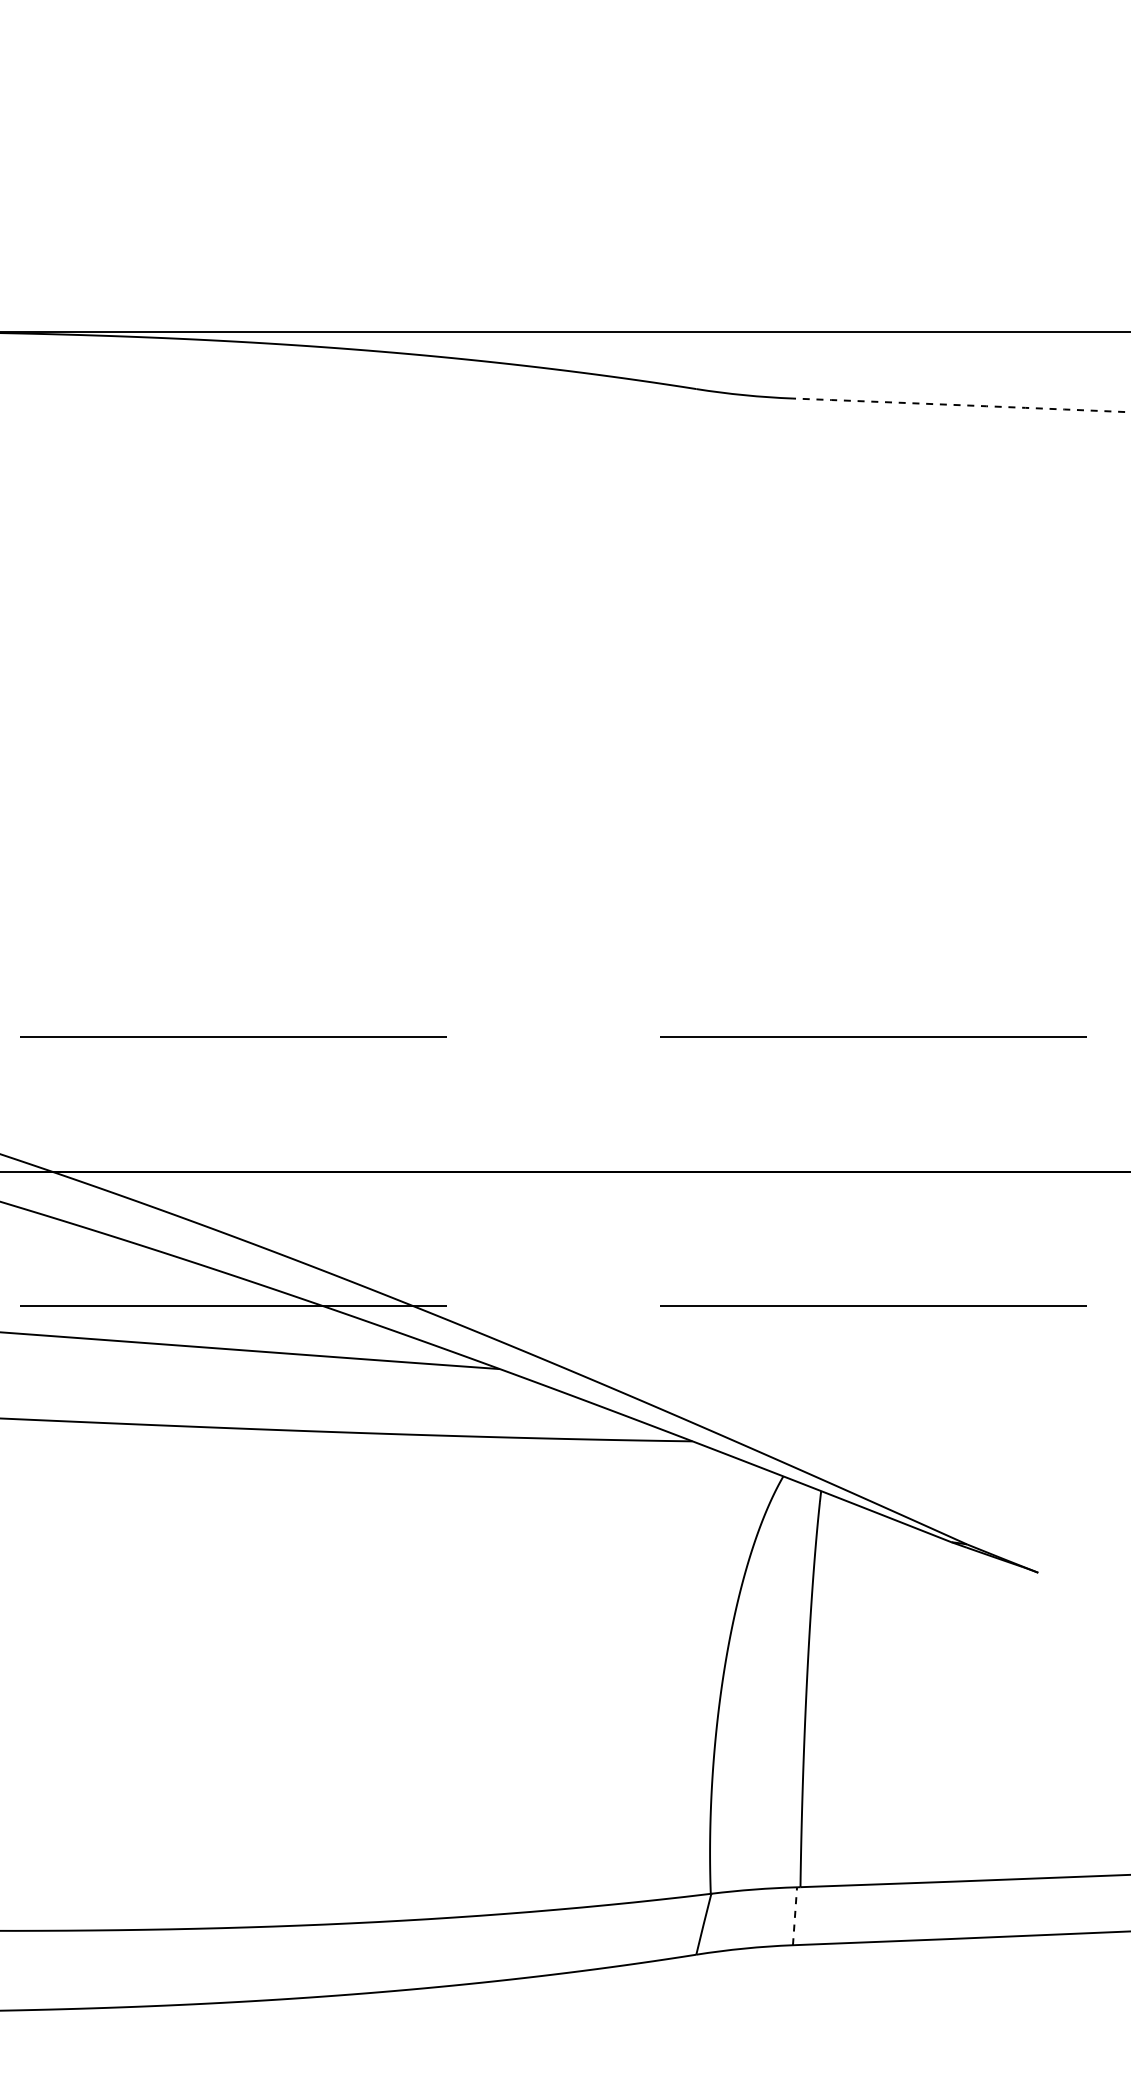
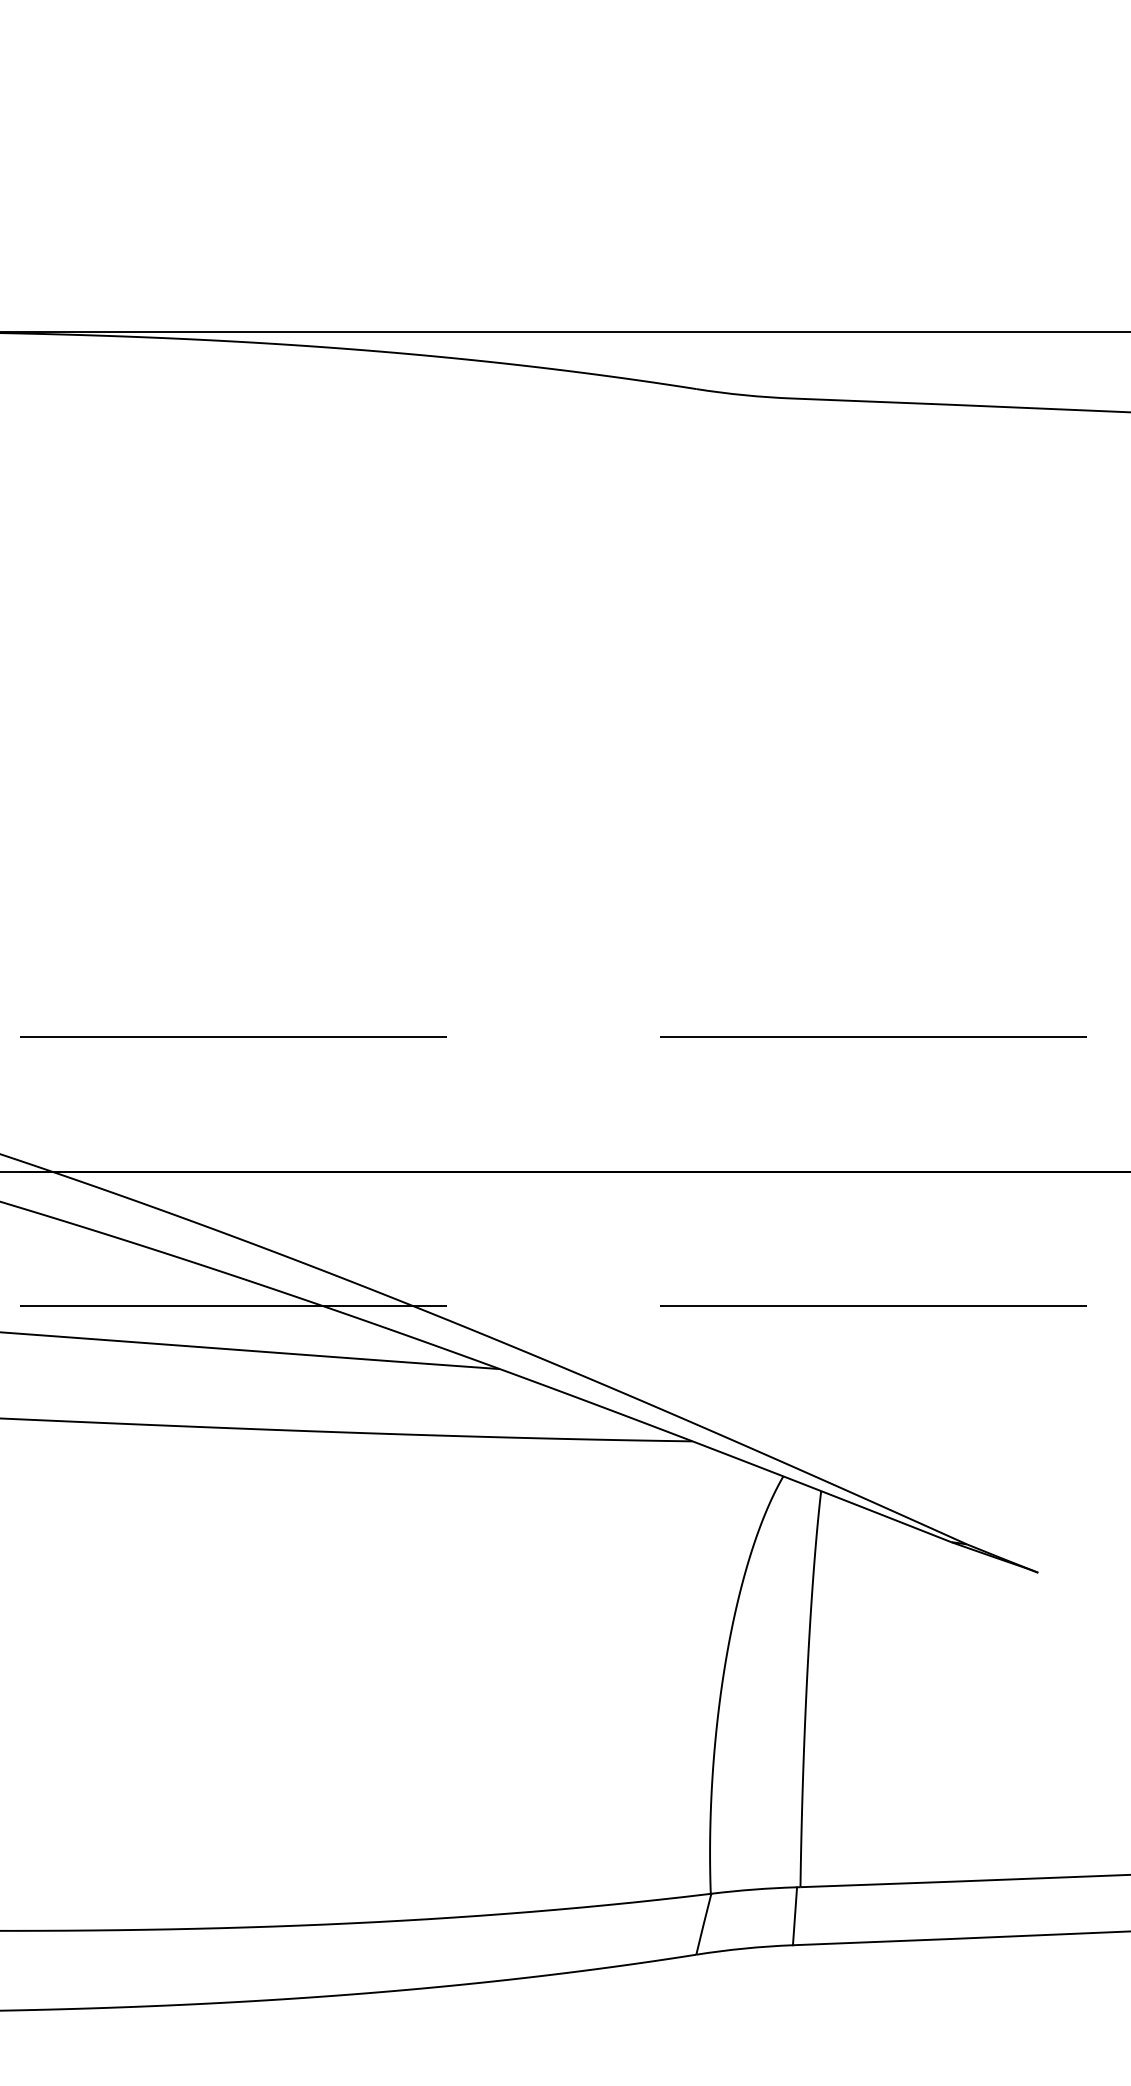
arc at (961, 405): dashed -> solid
line at (795, 1915): dashed -> solid
